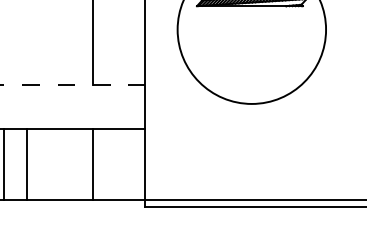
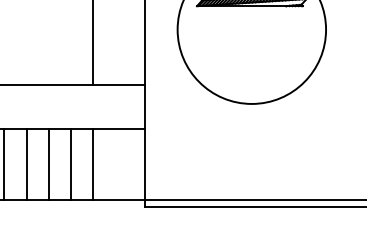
line at (73, 85): dashed -> solid
line at (48, 164): none -> present
line at (70, 164): none -> present
